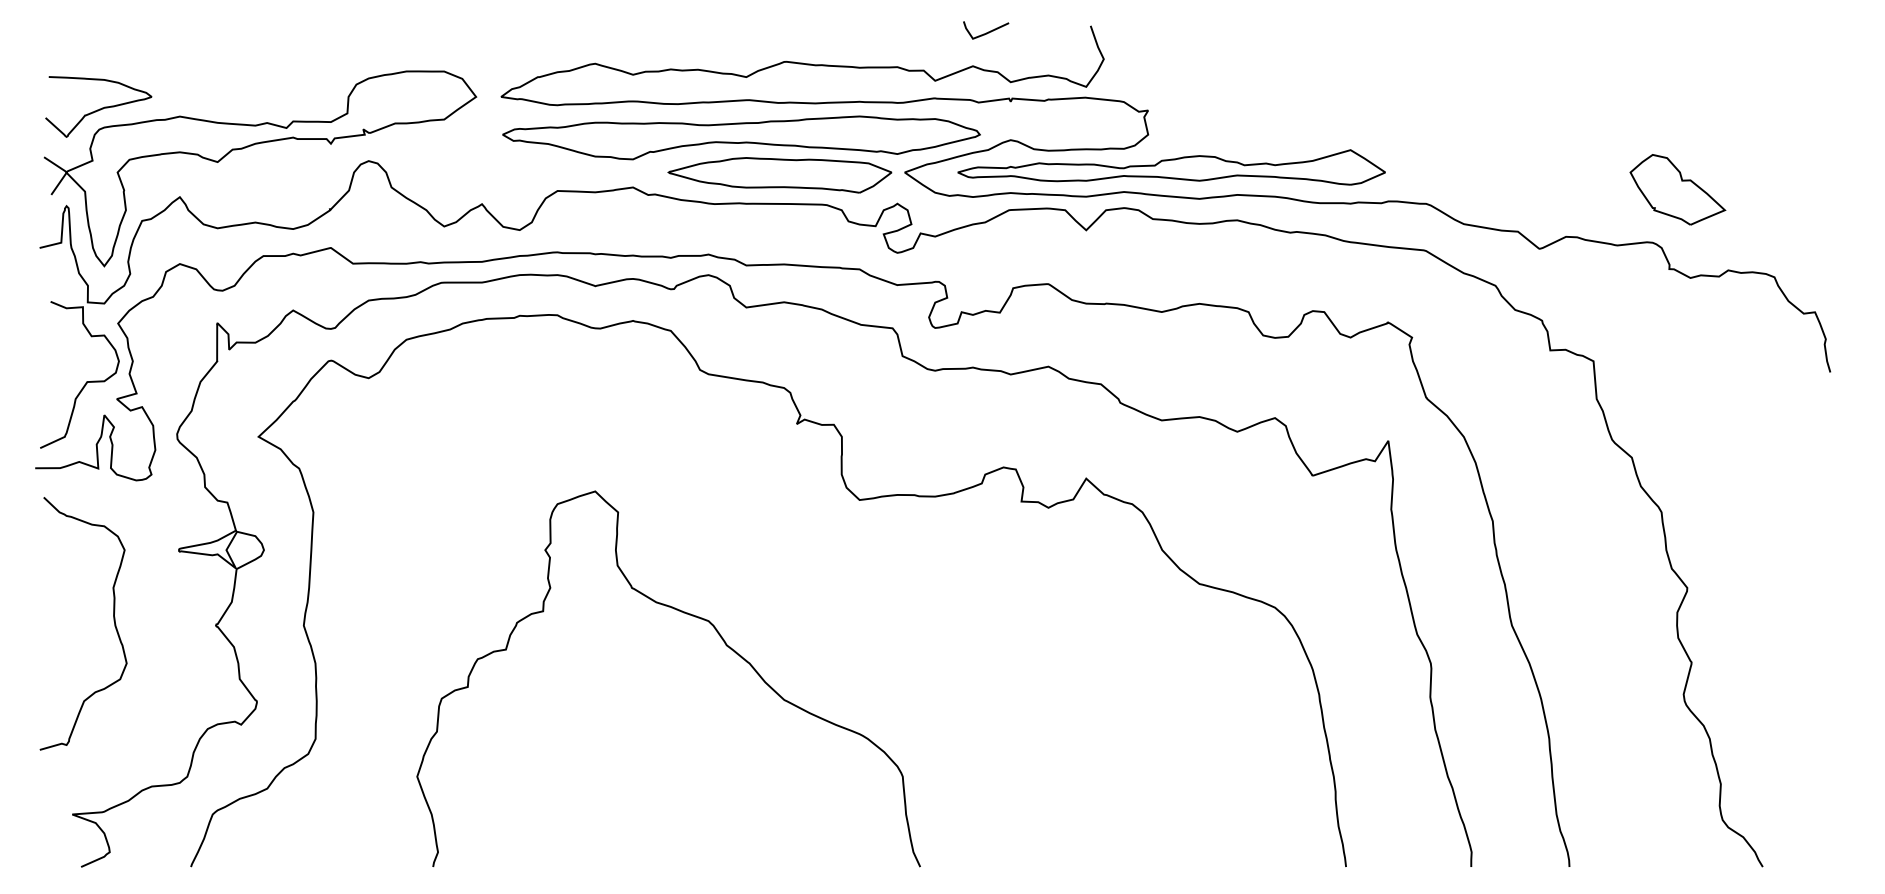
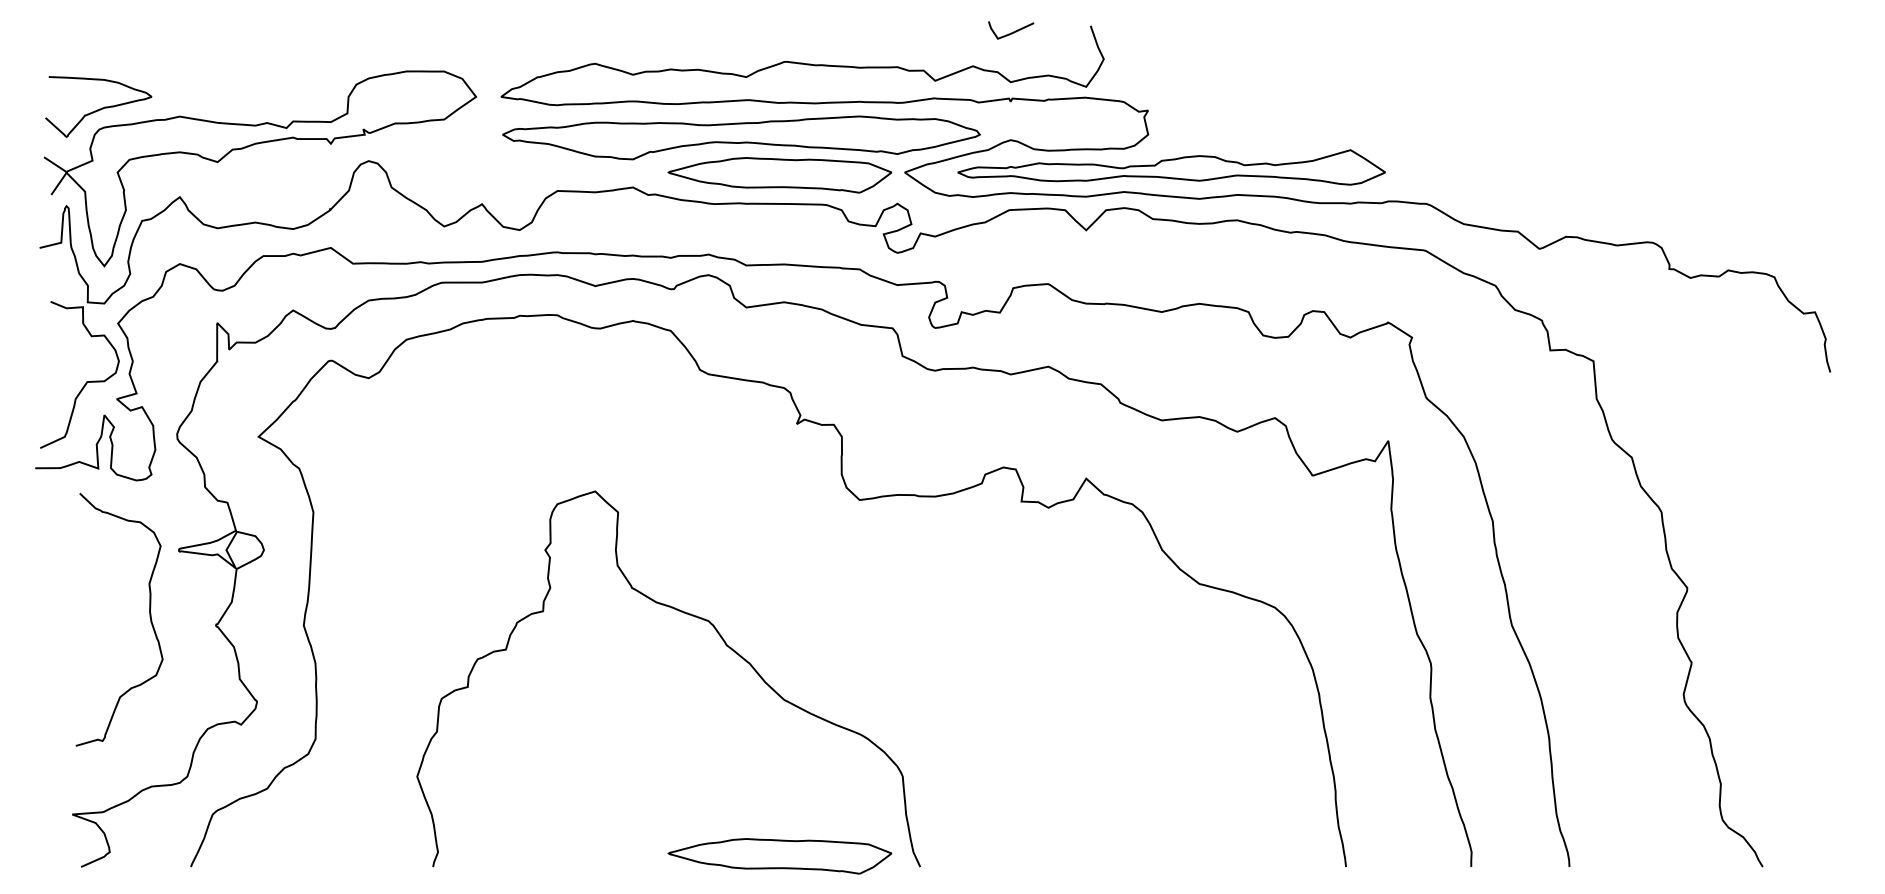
line at (986, 32) position: (986, 32) -> (1011, 32)
part at (1677, 189): present -> none
curve at (113, 621) position: (113, 621) -> (149, 617)
part at (779, 856): none -> present
